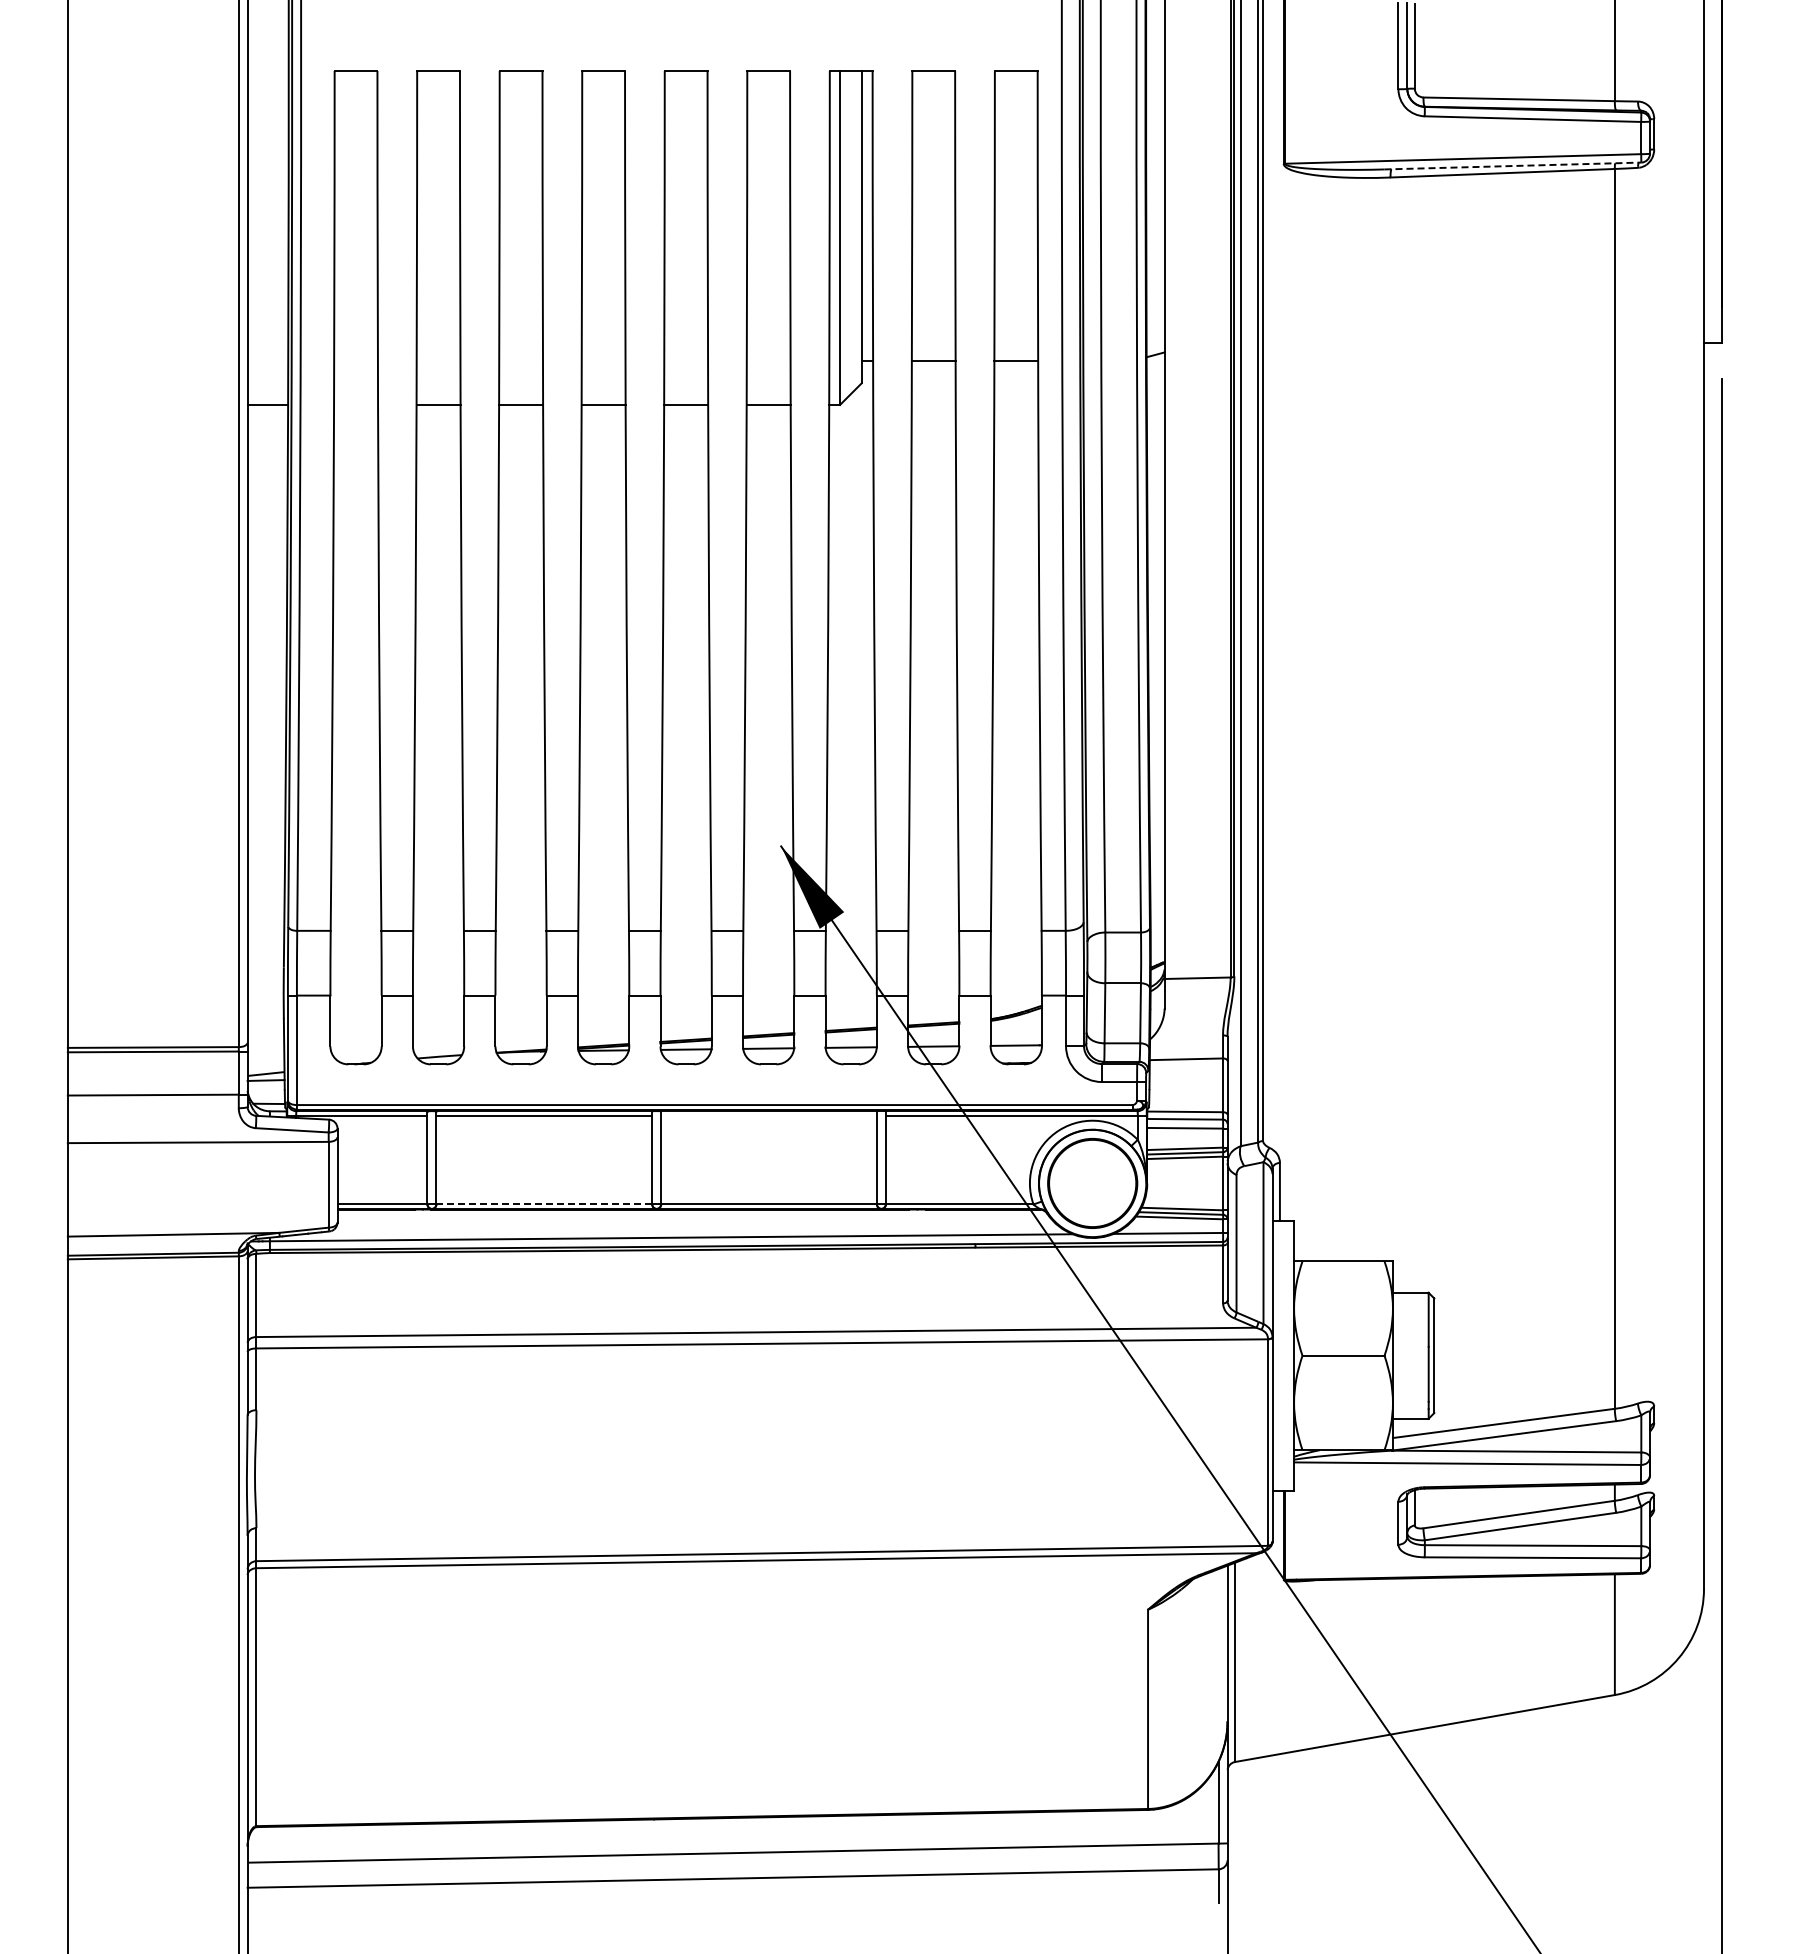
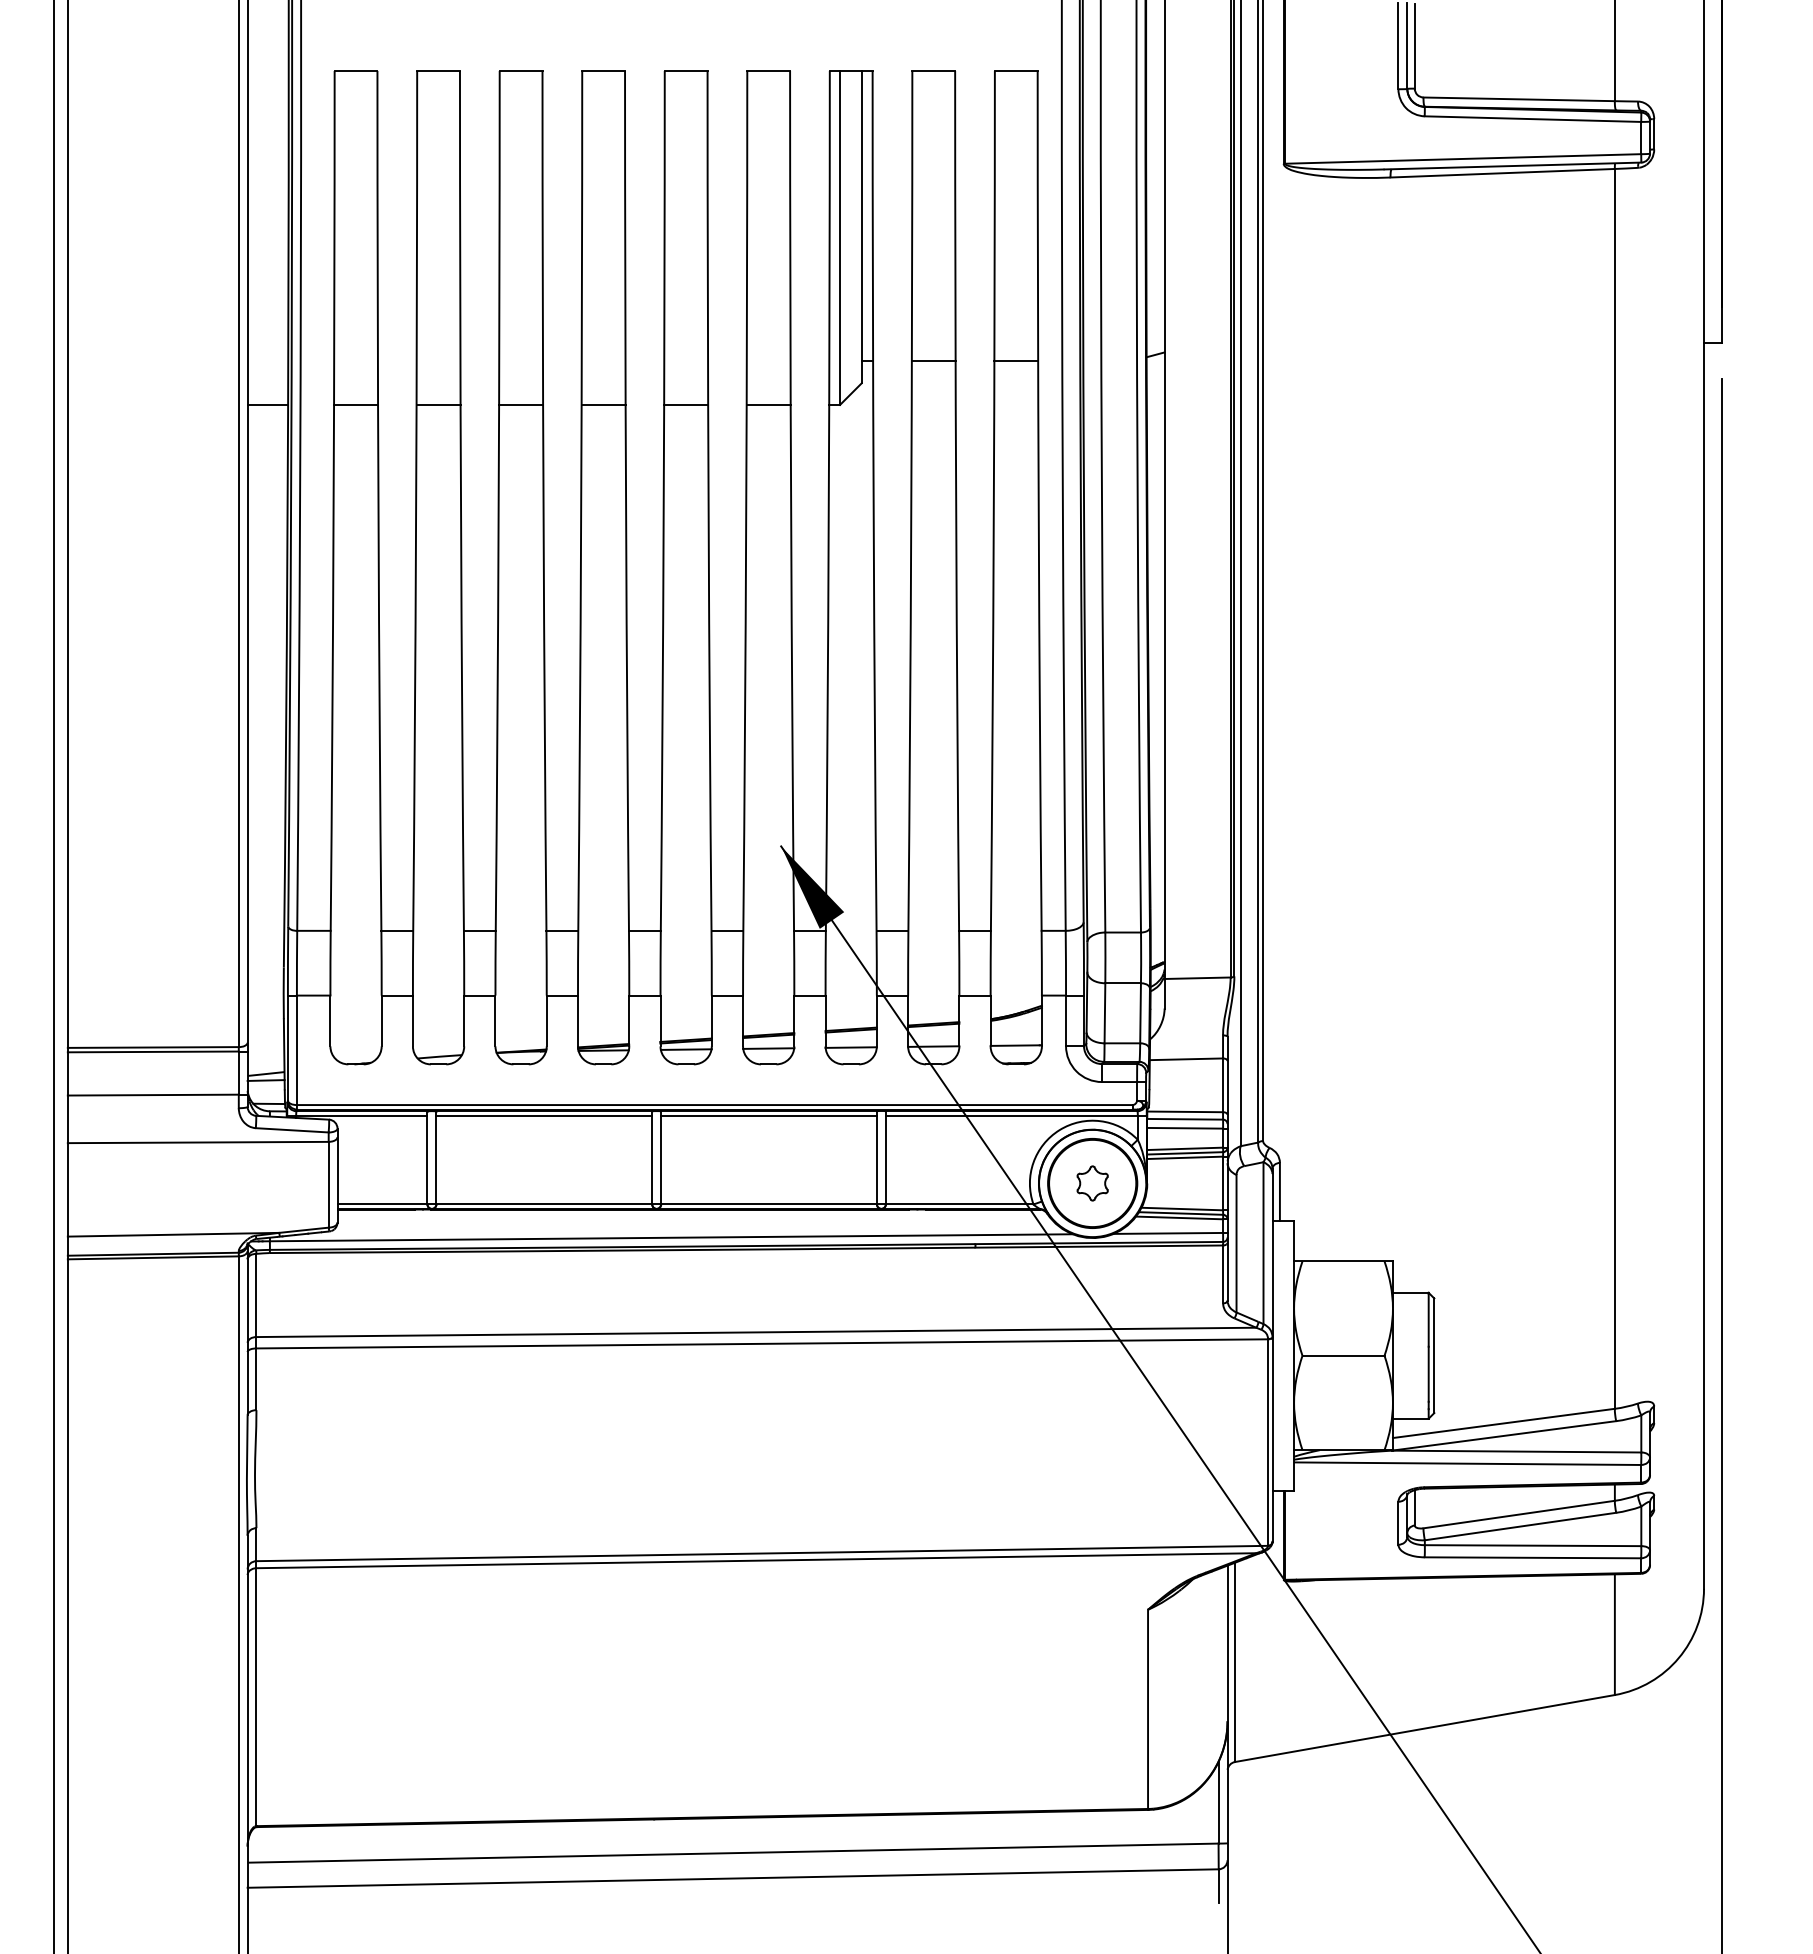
line at (1513, 166): dashed -> solid
line at (356, 404): none -> present
line at (54, 976): none -> present
line at (768, 1115): none -> present
part at (1092, 1183): none -> present
line at (544, 1204): dashed -> solid
